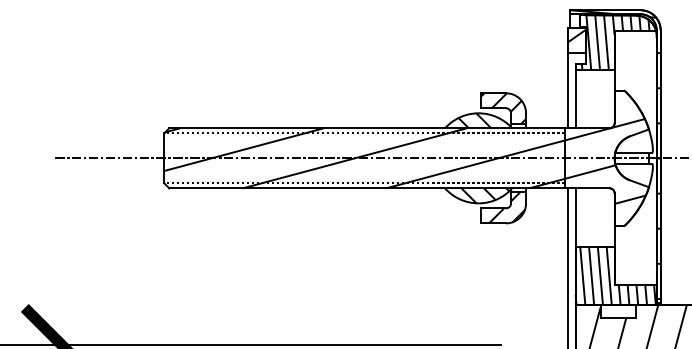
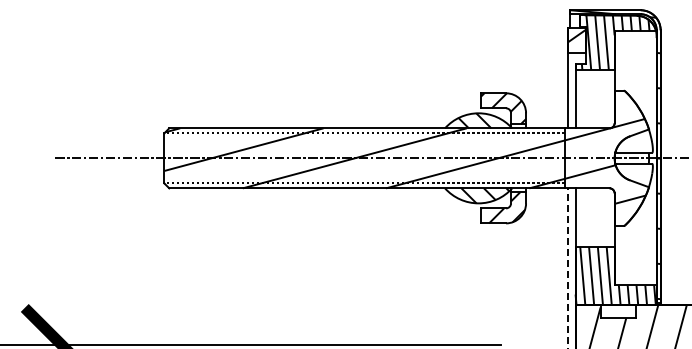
line at (567, 268): solid -> dashed
